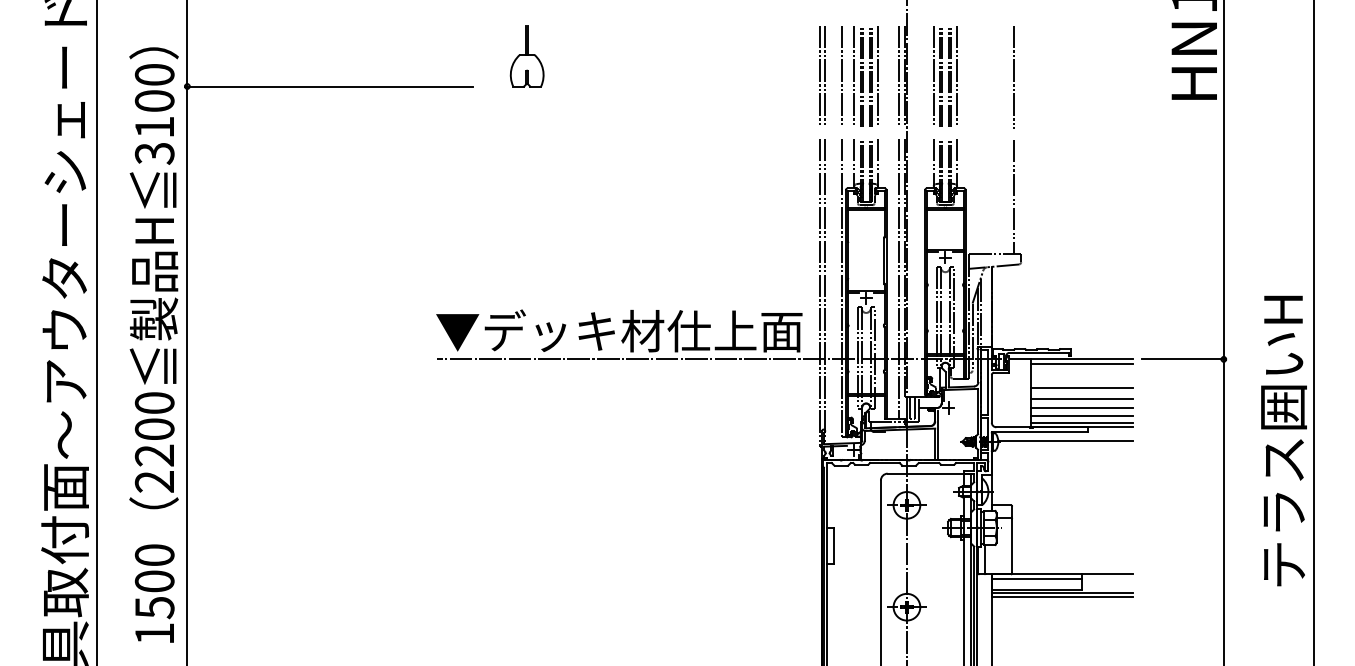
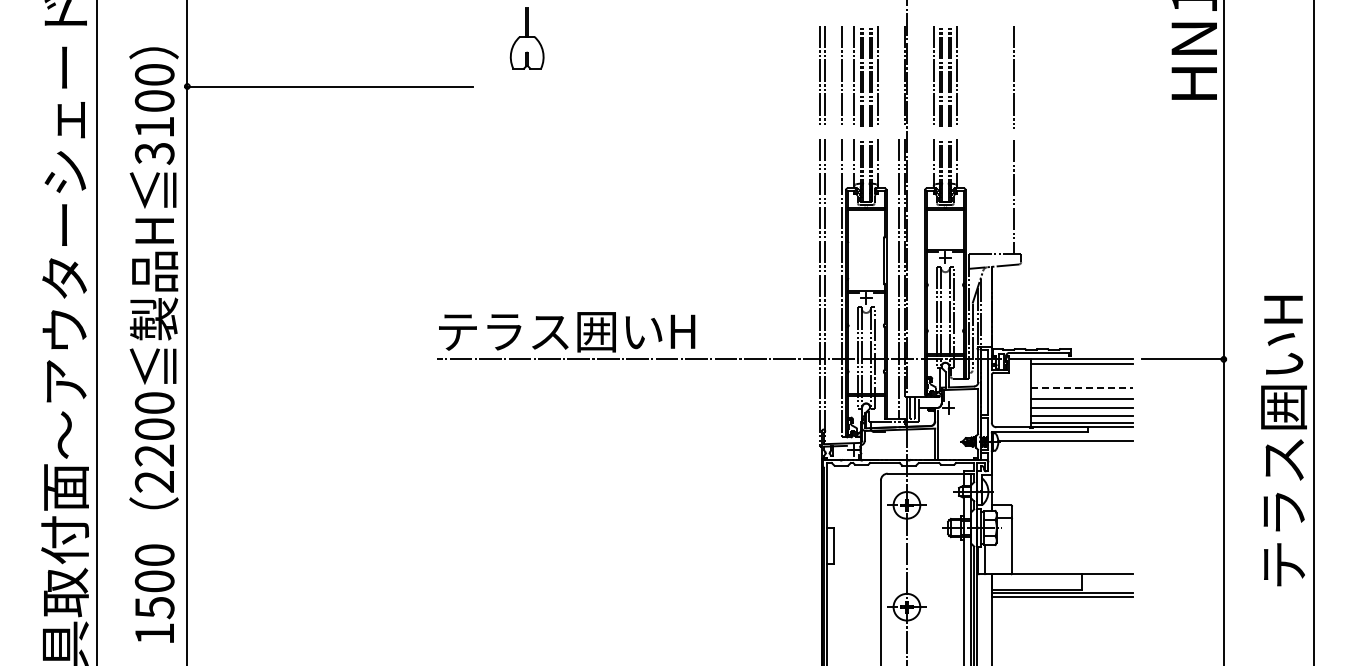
part at (526, 56) position: (526, 56) -> (526, 38)
line at (899, 76): present -> none
text at (619, 330): ▼デッキ材仕上面 -> テラス囲いH
line at (1082, 387): solid -> dashed
line at (1036, 578): present -> none
